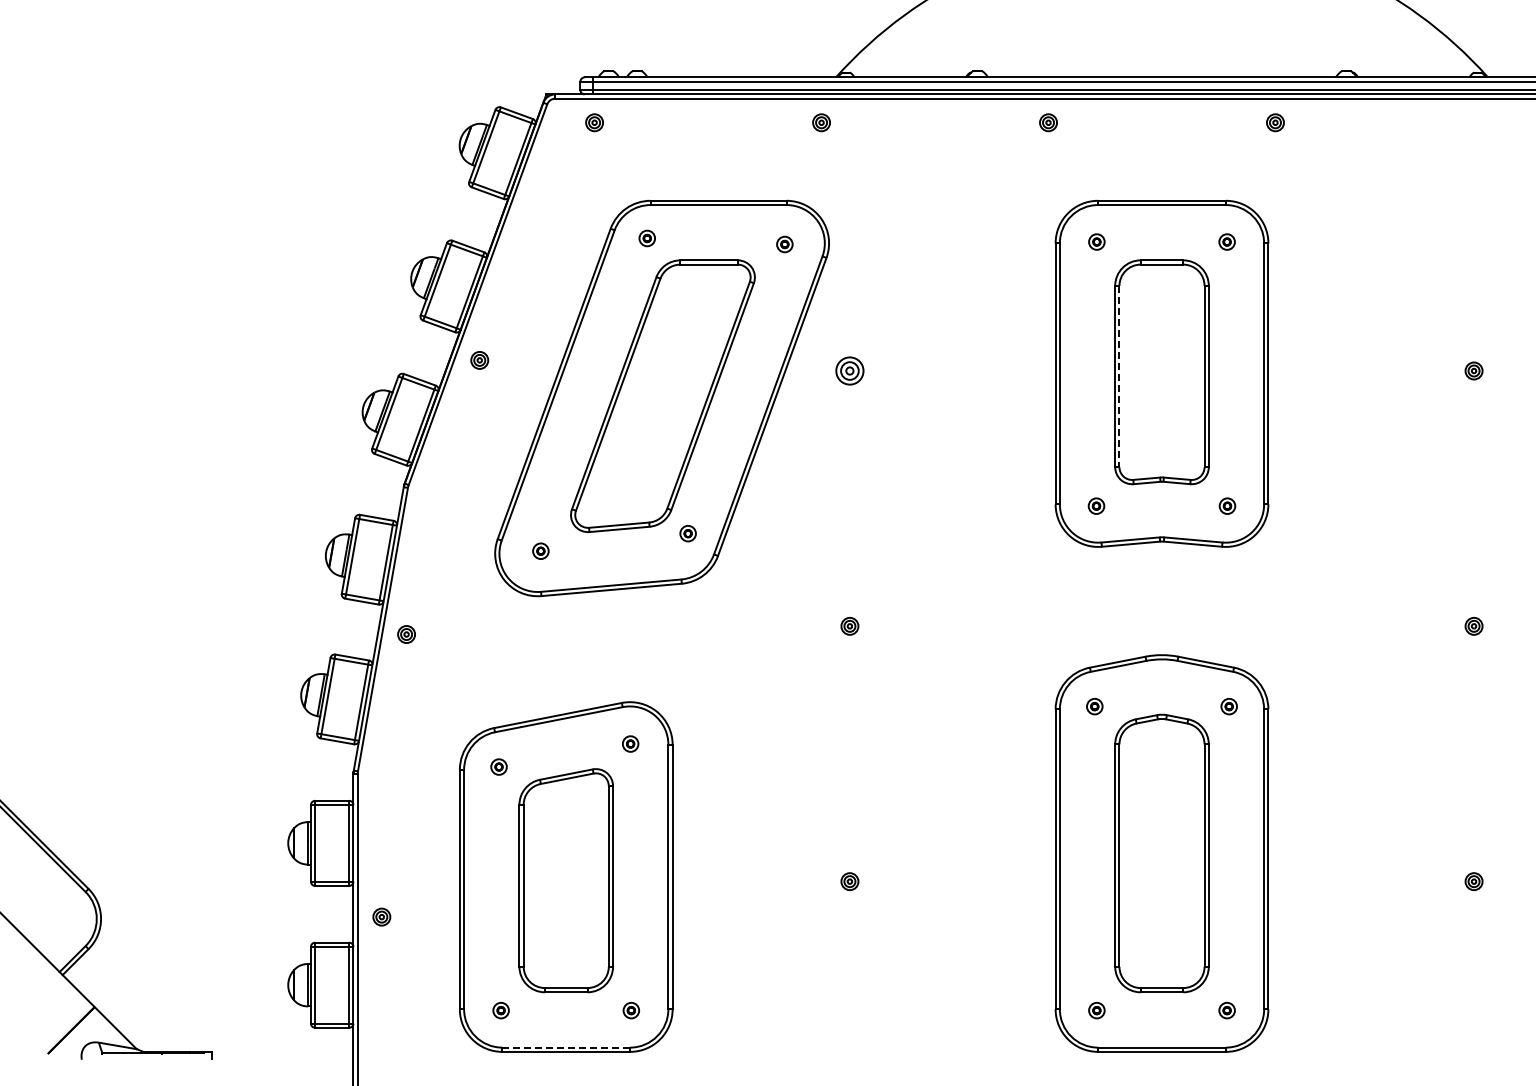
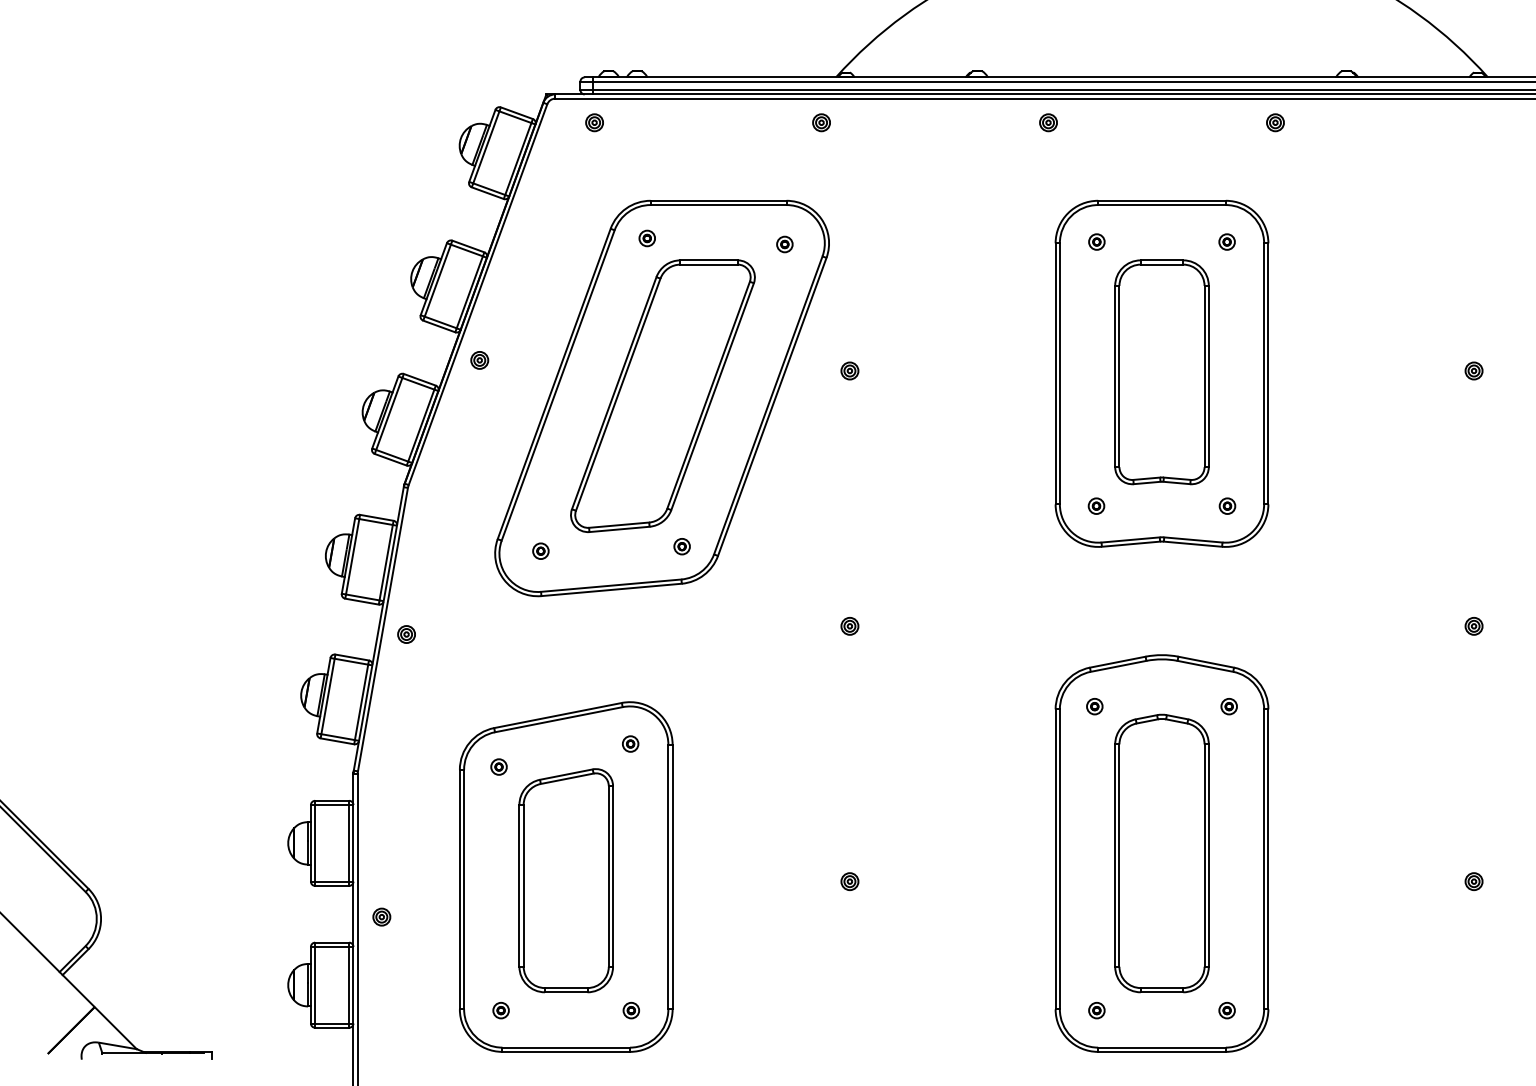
part at (849, 370) size: 30x30 px -> 20x20 px
line at (1119, 376): dashed -> solid
part at (687, 533) position: (687, 533) -> (681, 546)
line at (566, 1047): dashed -> solid
